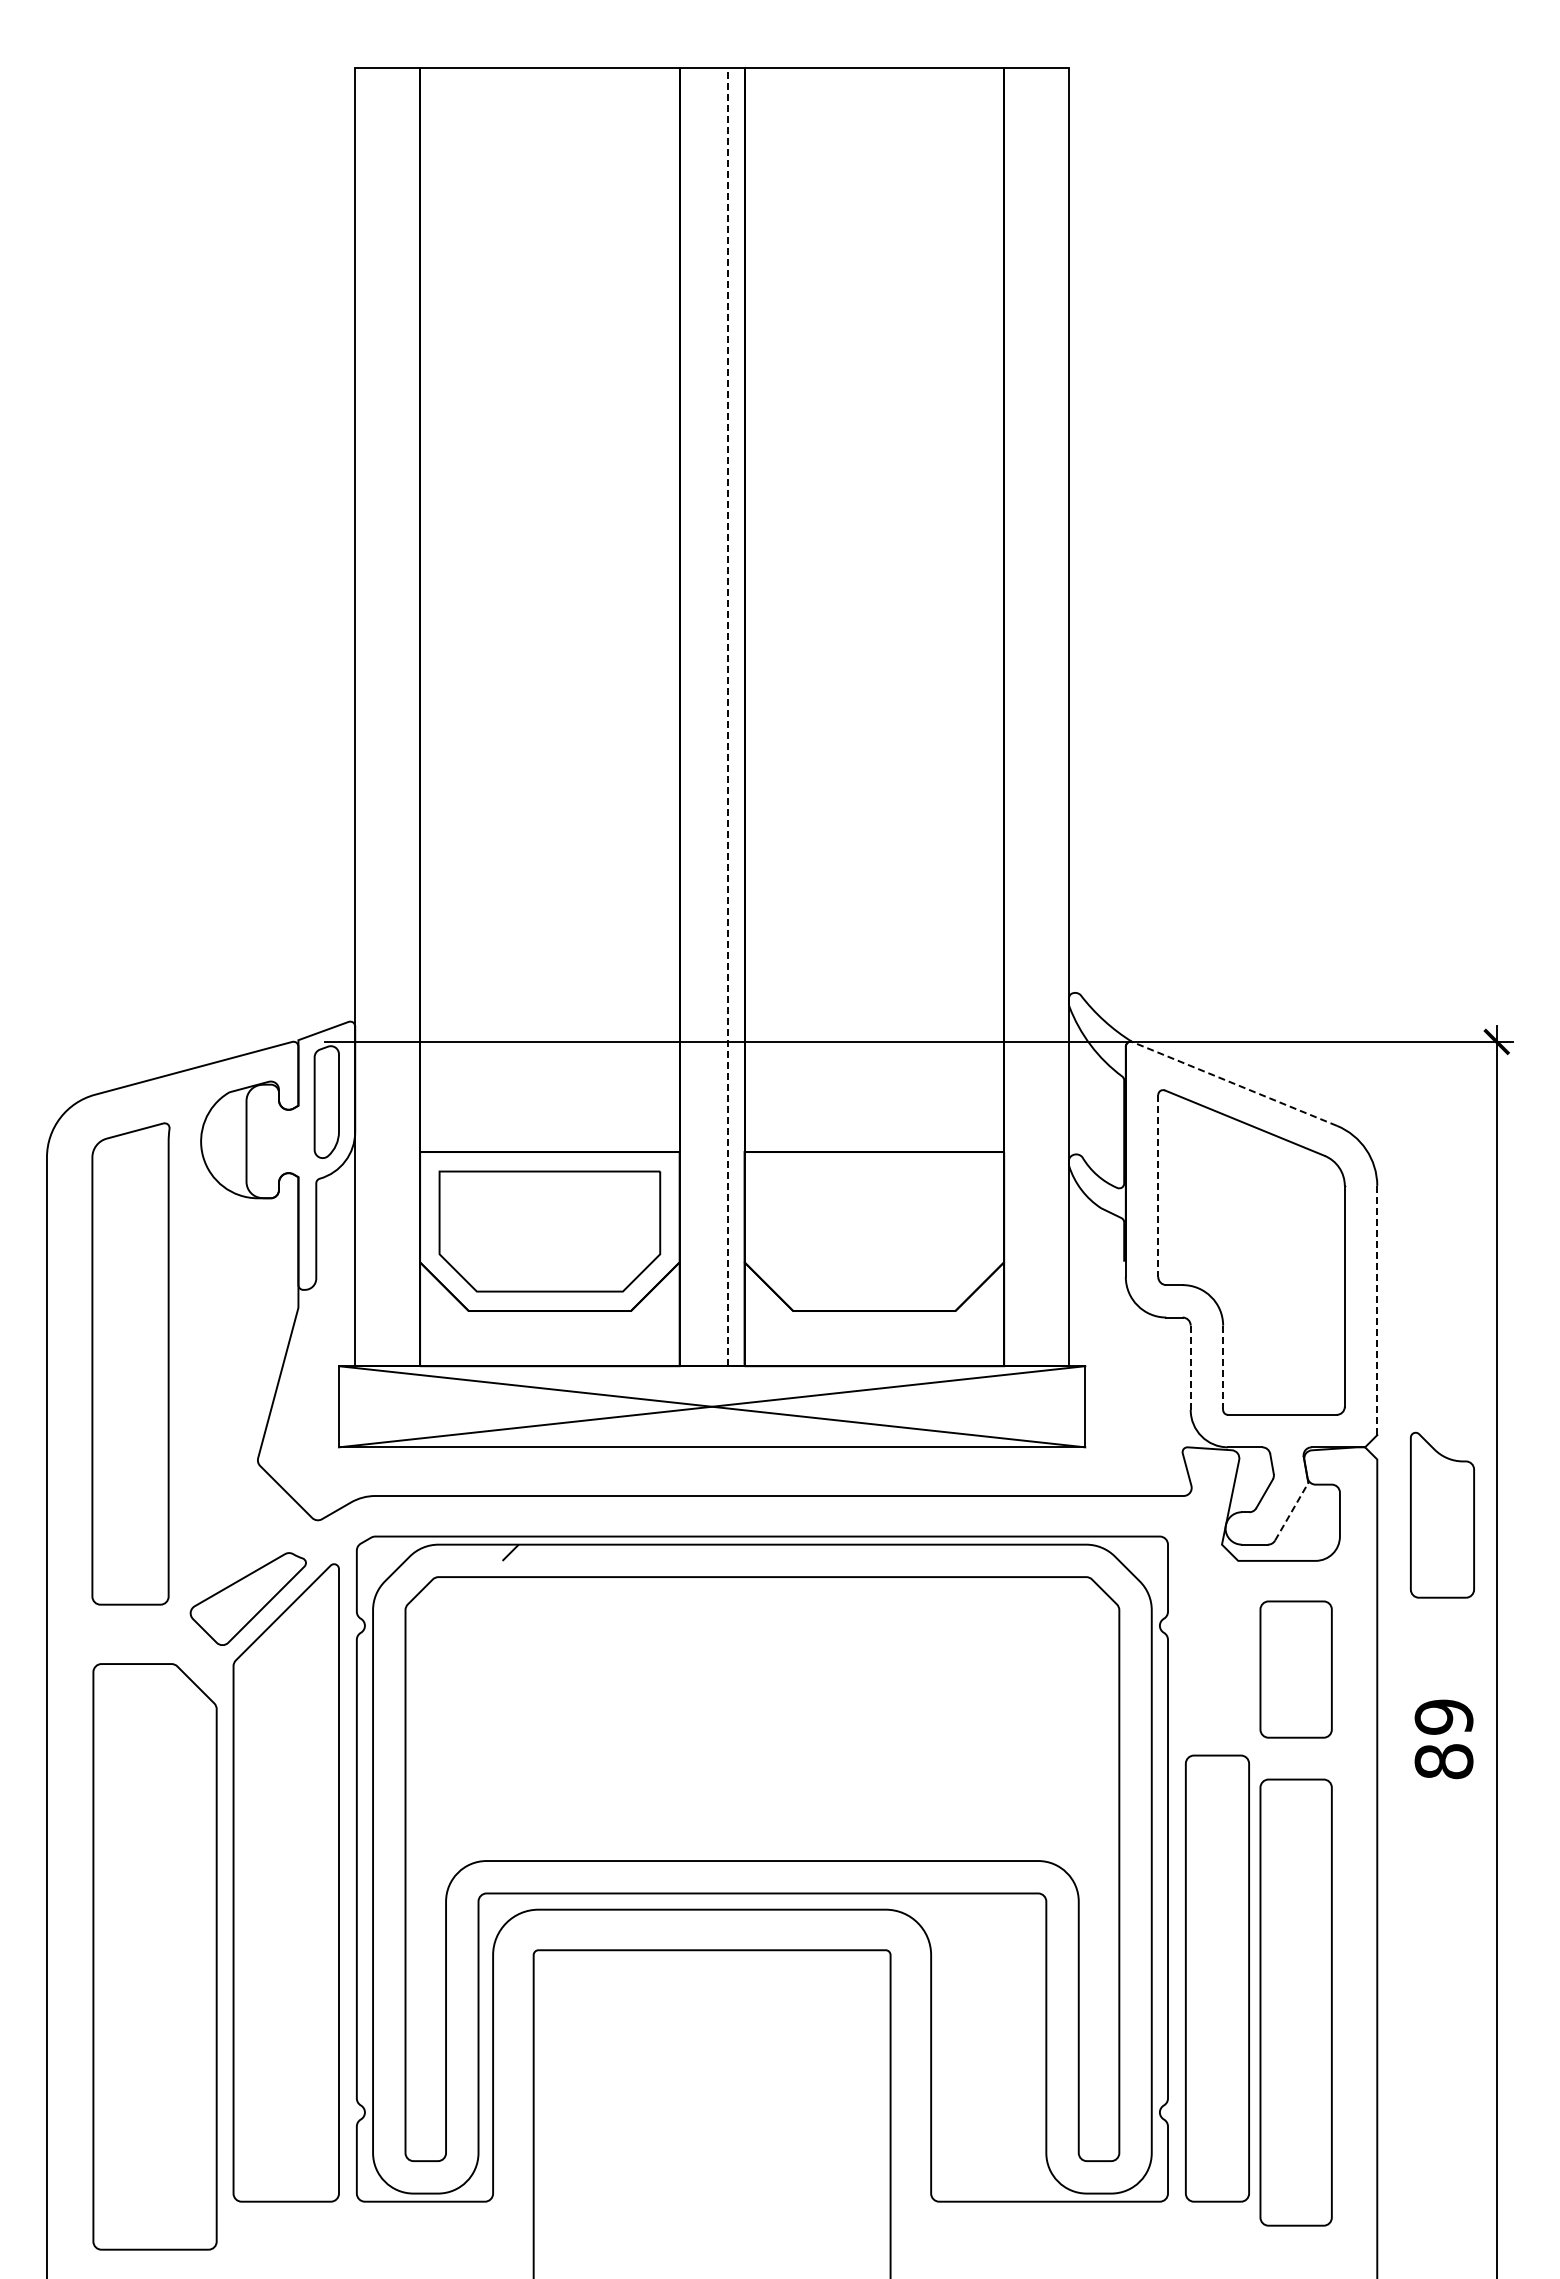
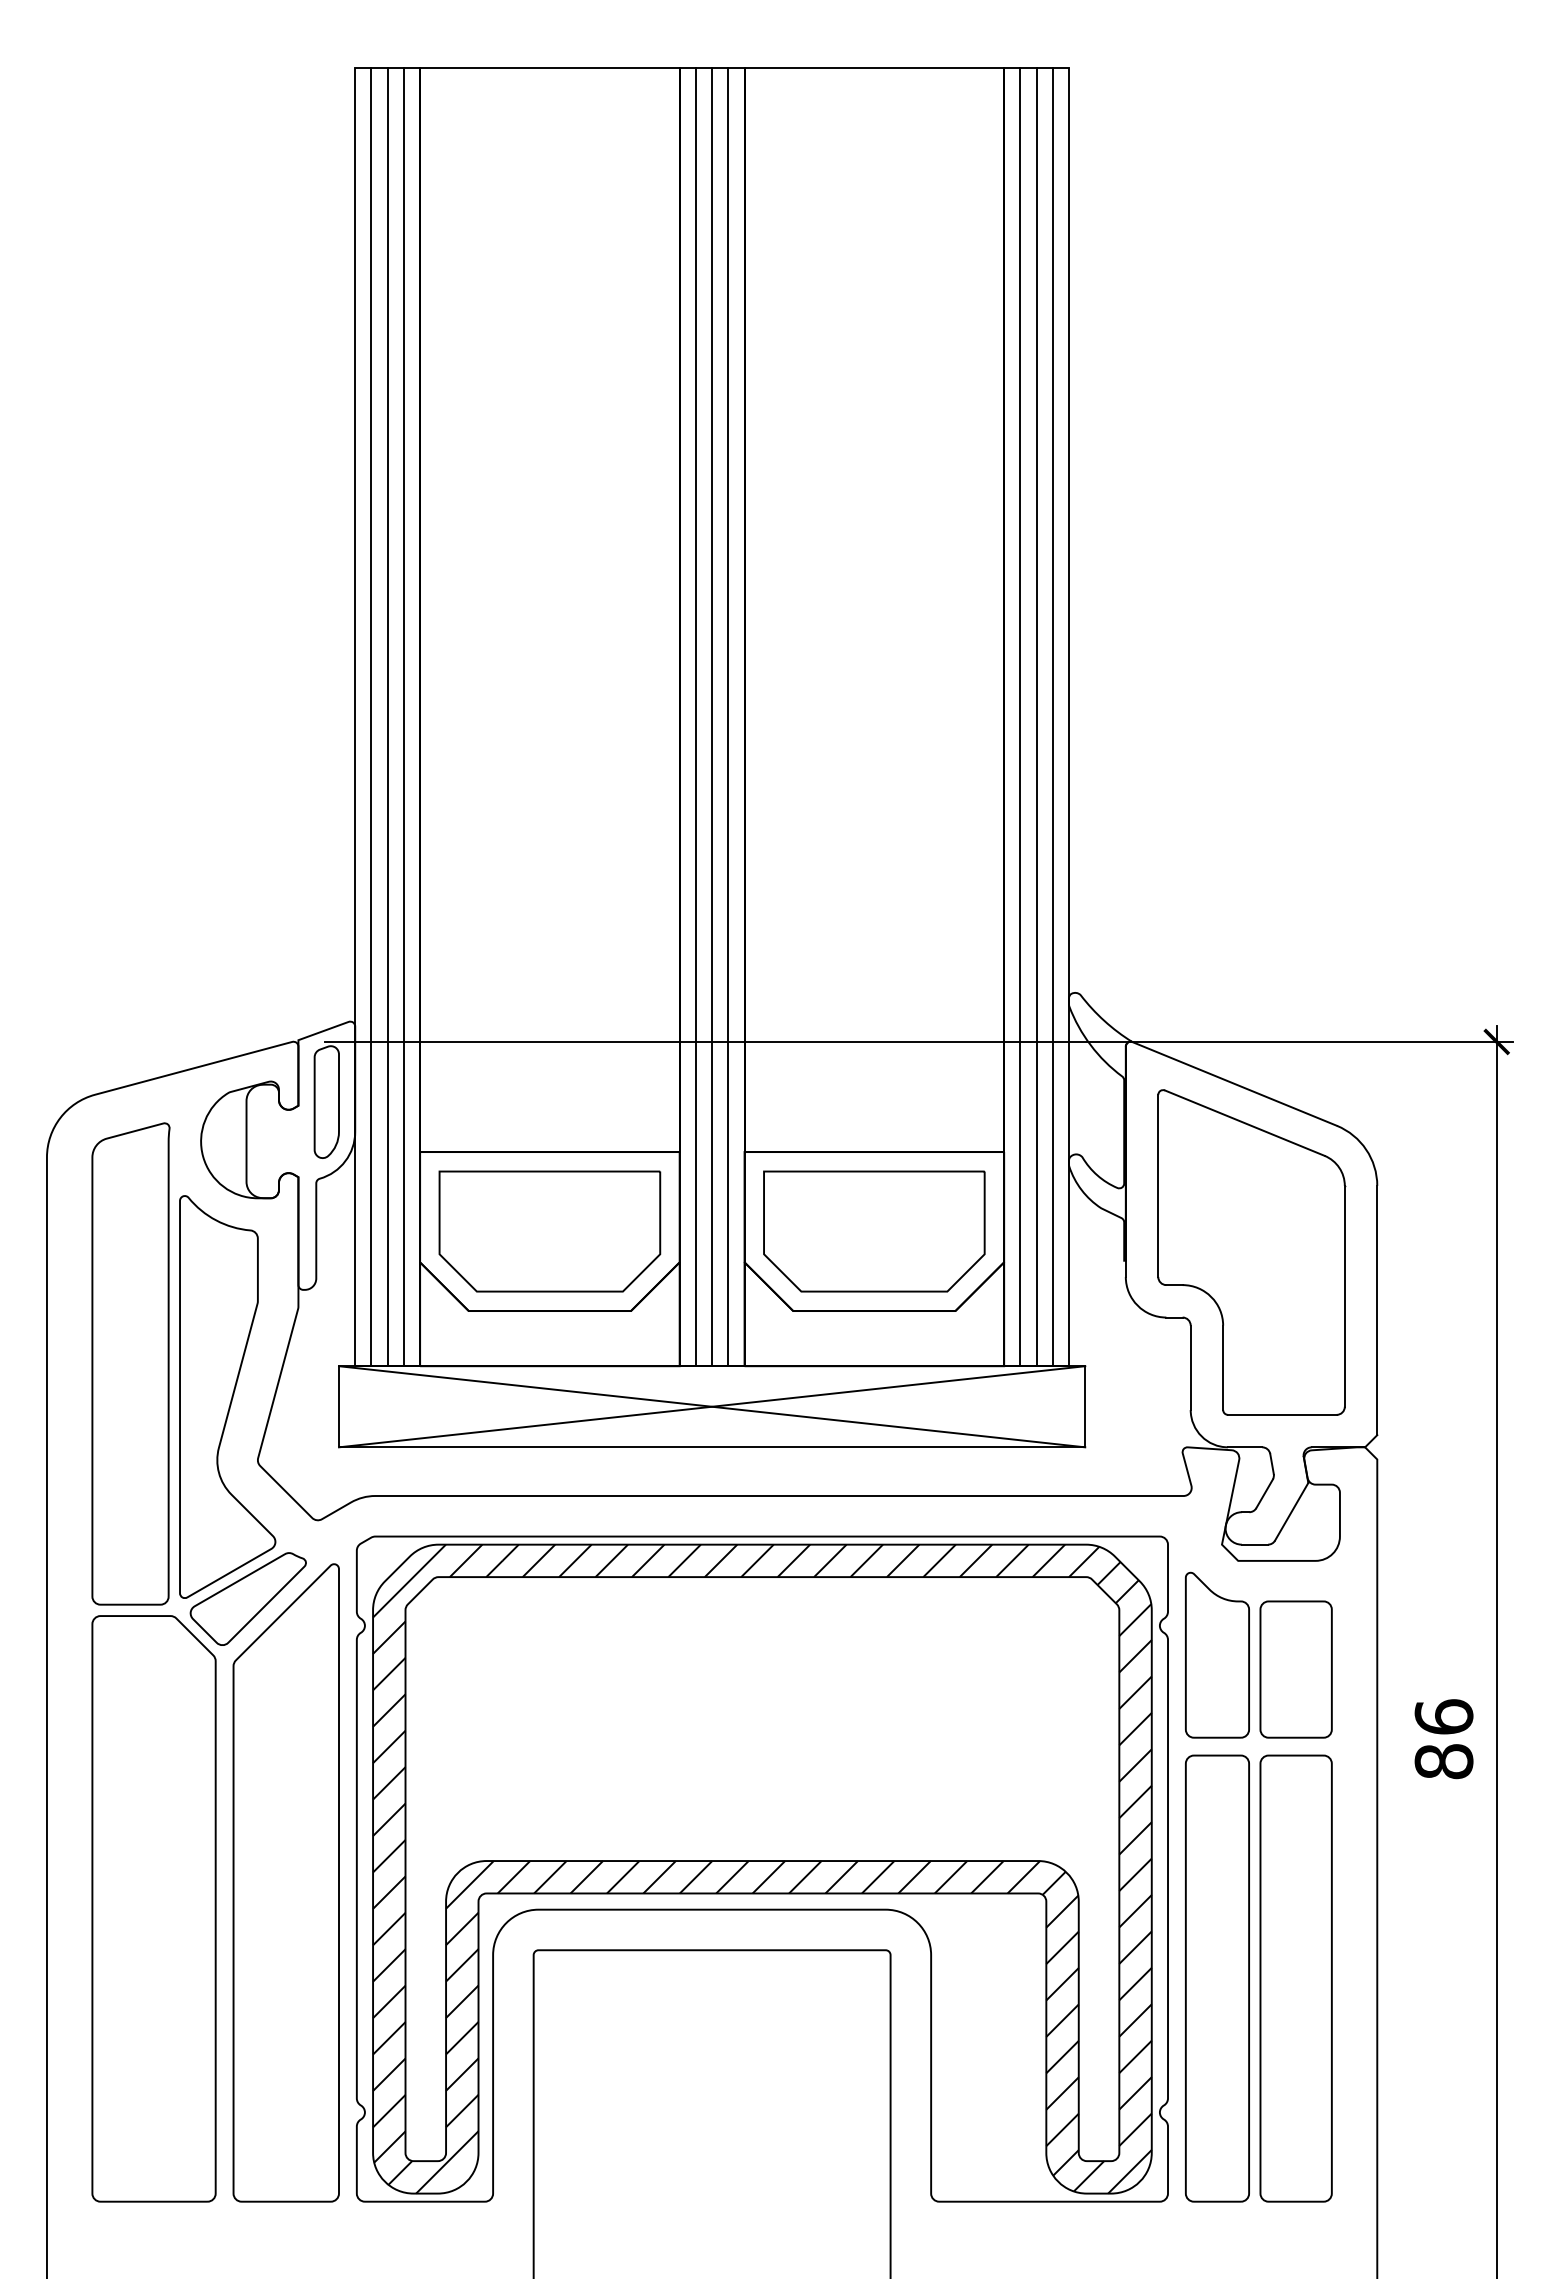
line at (371, 717): none -> present
line at (387, 717): none -> present
line at (403, 717): none -> present
line at (695, 717): none -> present
line at (712, 717): none -> present
line at (728, 717): dashed -> solid
line at (1020, 717): none -> present
line at (1036, 717): none -> present
line at (1052, 717): none -> present
line at (1234, 1083): dashed -> solid
line at (1158, 1186): dashed -> solid
part at (874, 1231): none -> present
line at (1377, 1310): dashed -> solid
line at (1190, 1368): dashed -> solid
line at (1223, 1368): dashed -> solid
part at (227, 1396): none -> present
line at (1291, 1511): dashed -> solid
part at (1442, 1514) position: (1442, 1514) -> (1217, 1654)
text at (1443, 1716): 89 -> 86
hatch at (762, 1868): none -> present
part at (154, 1956) position: (154, 1956) -> (153, 1908)
part at (1295, 2002) position: (1295, 2002) -> (1295, 1978)
